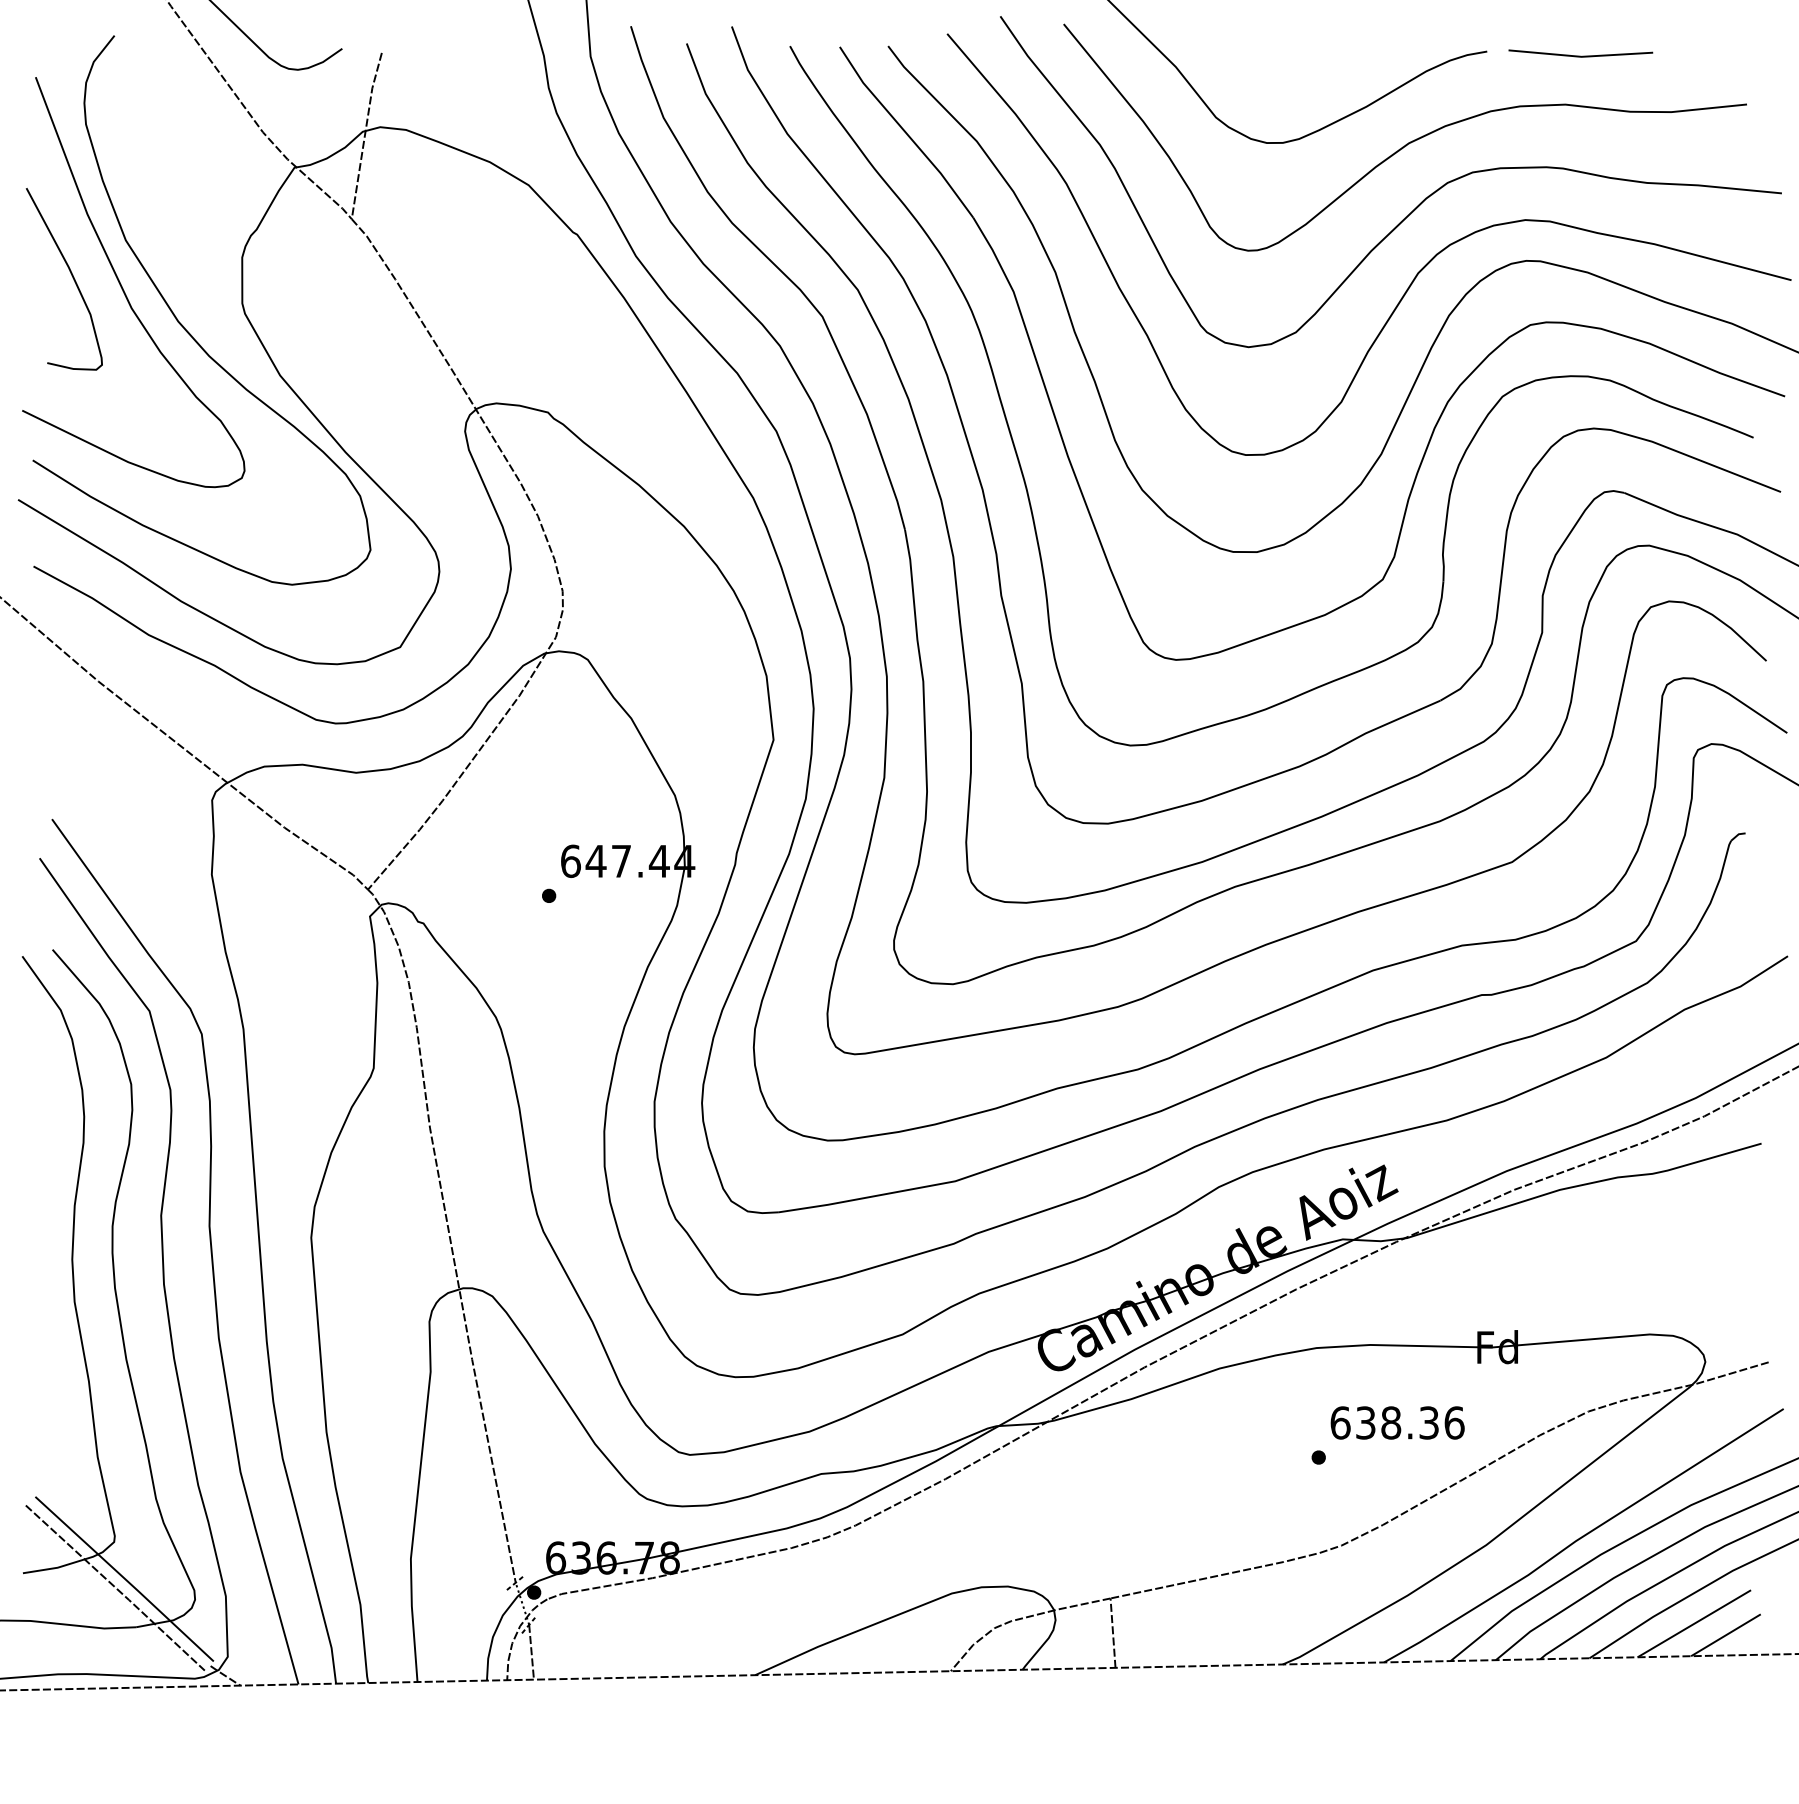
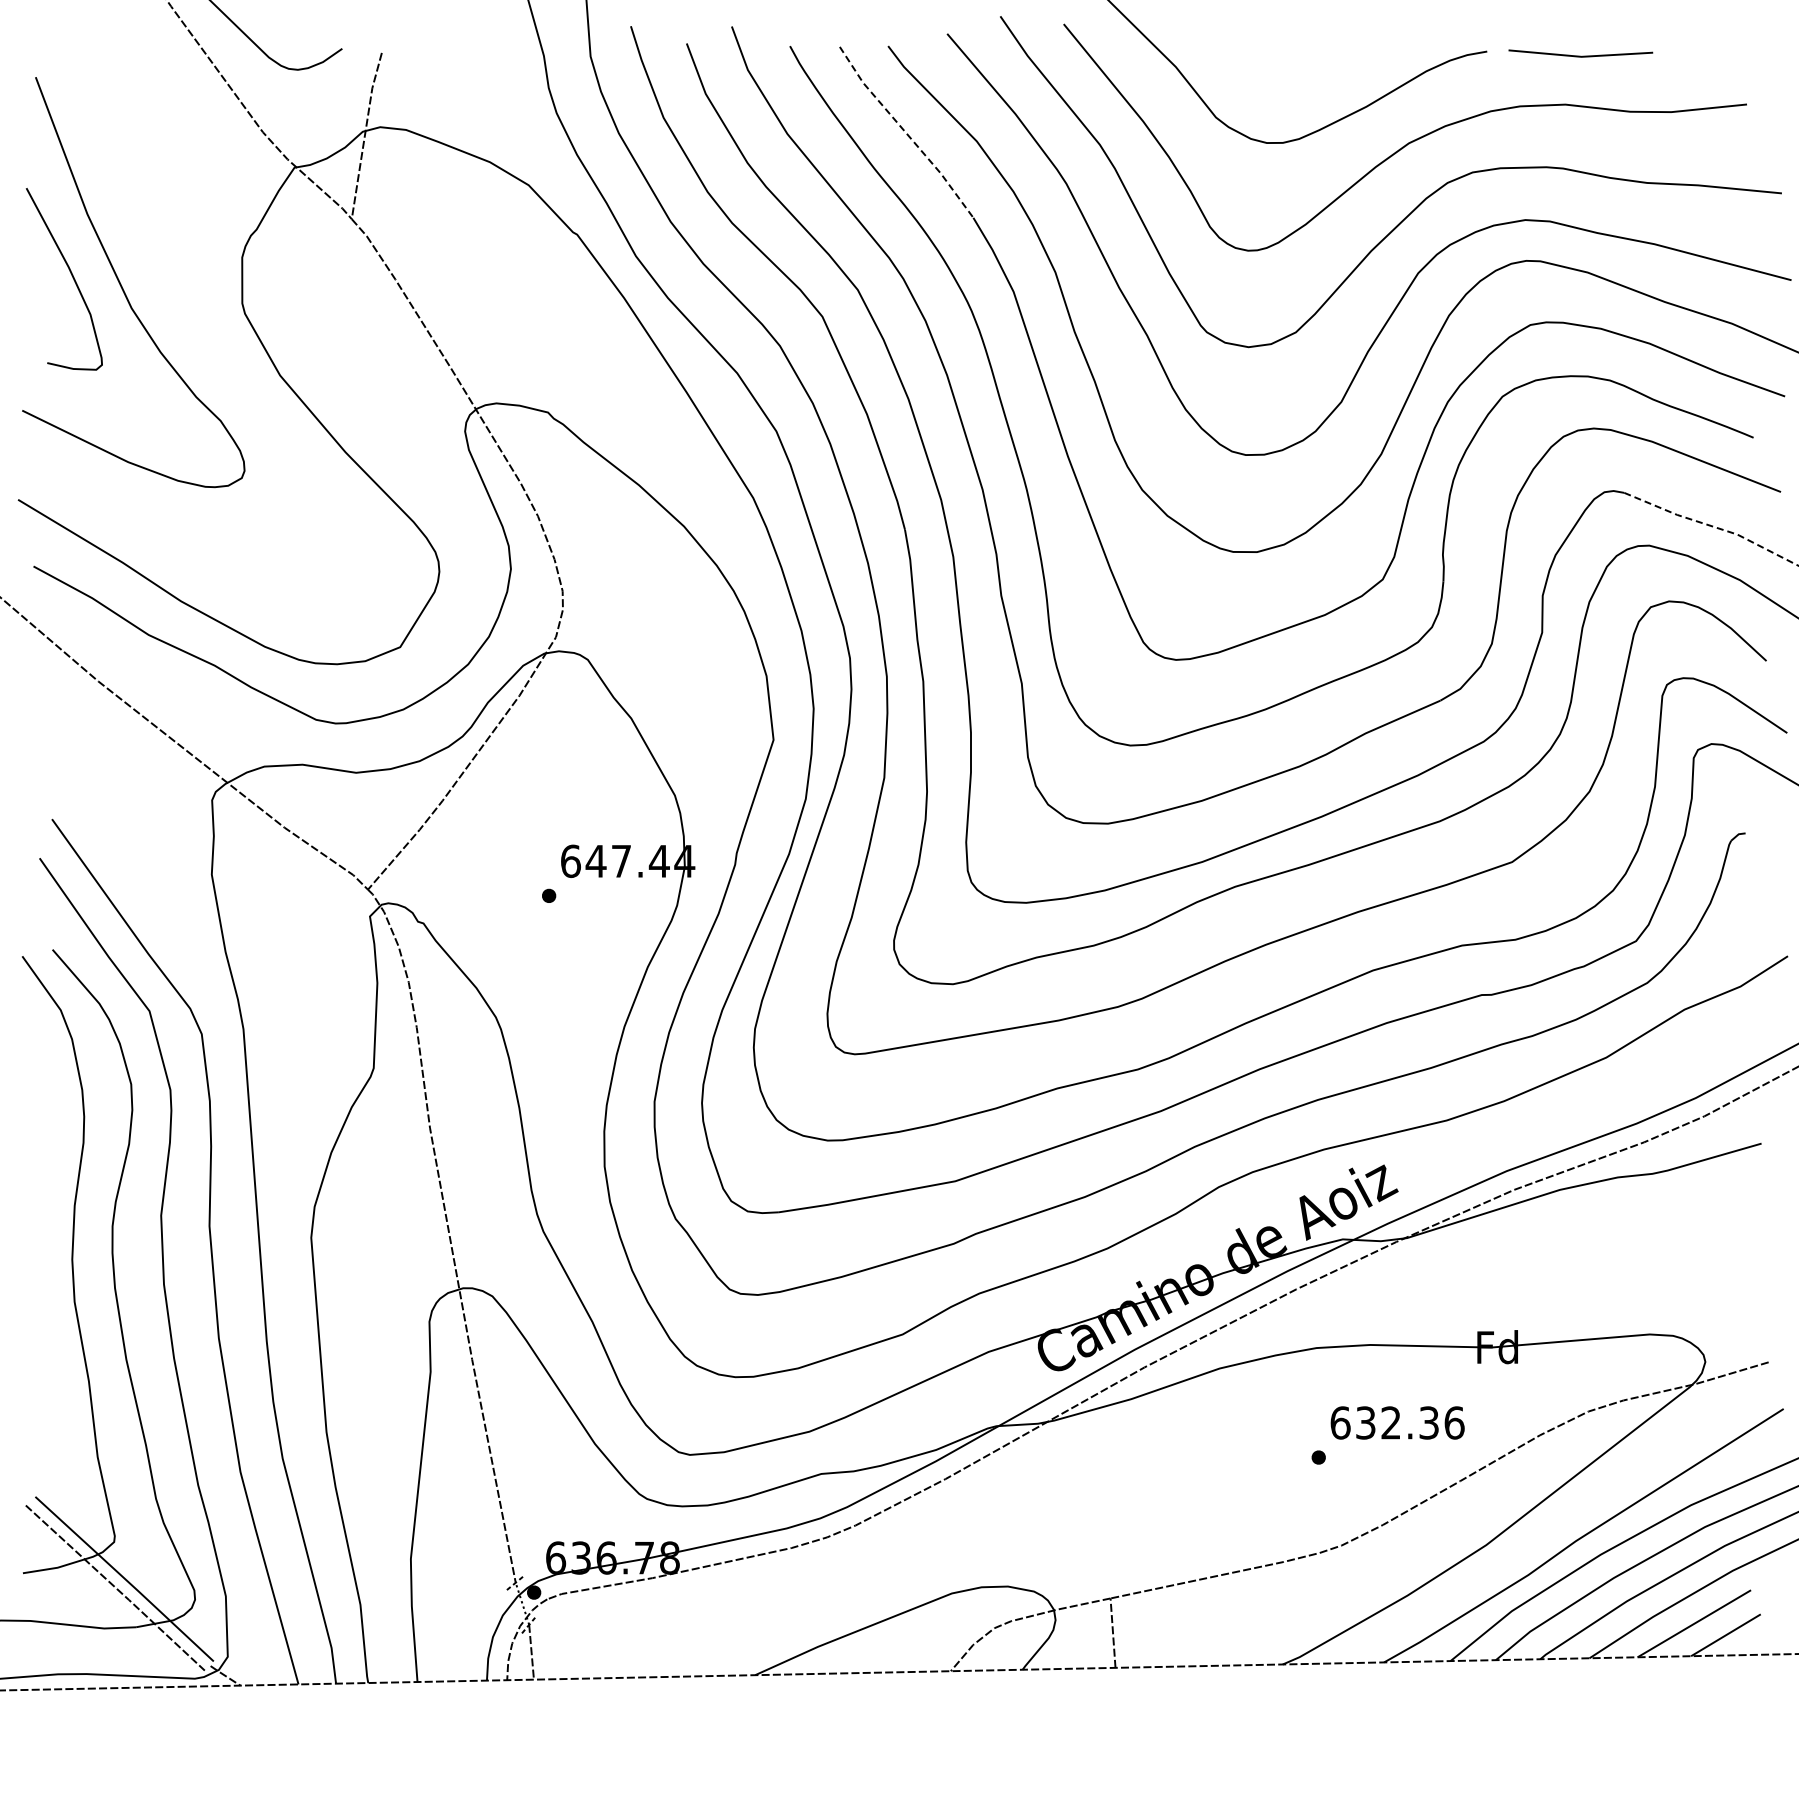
line at (906, 133): solid -> dashed
curve at (184, 326): present -> none
line at (1712, 526): solid -> dashed
text at (1391, 1422): 638.36 -> 632.36
